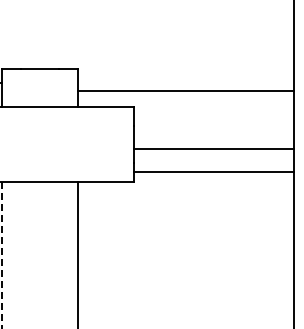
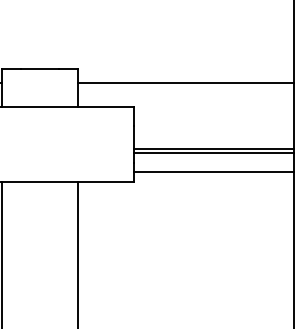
line at (185, 91) position: (185, 91) -> (185, 83)
line at (214, 152): none -> present
line at (2, 255): dashed -> solid
